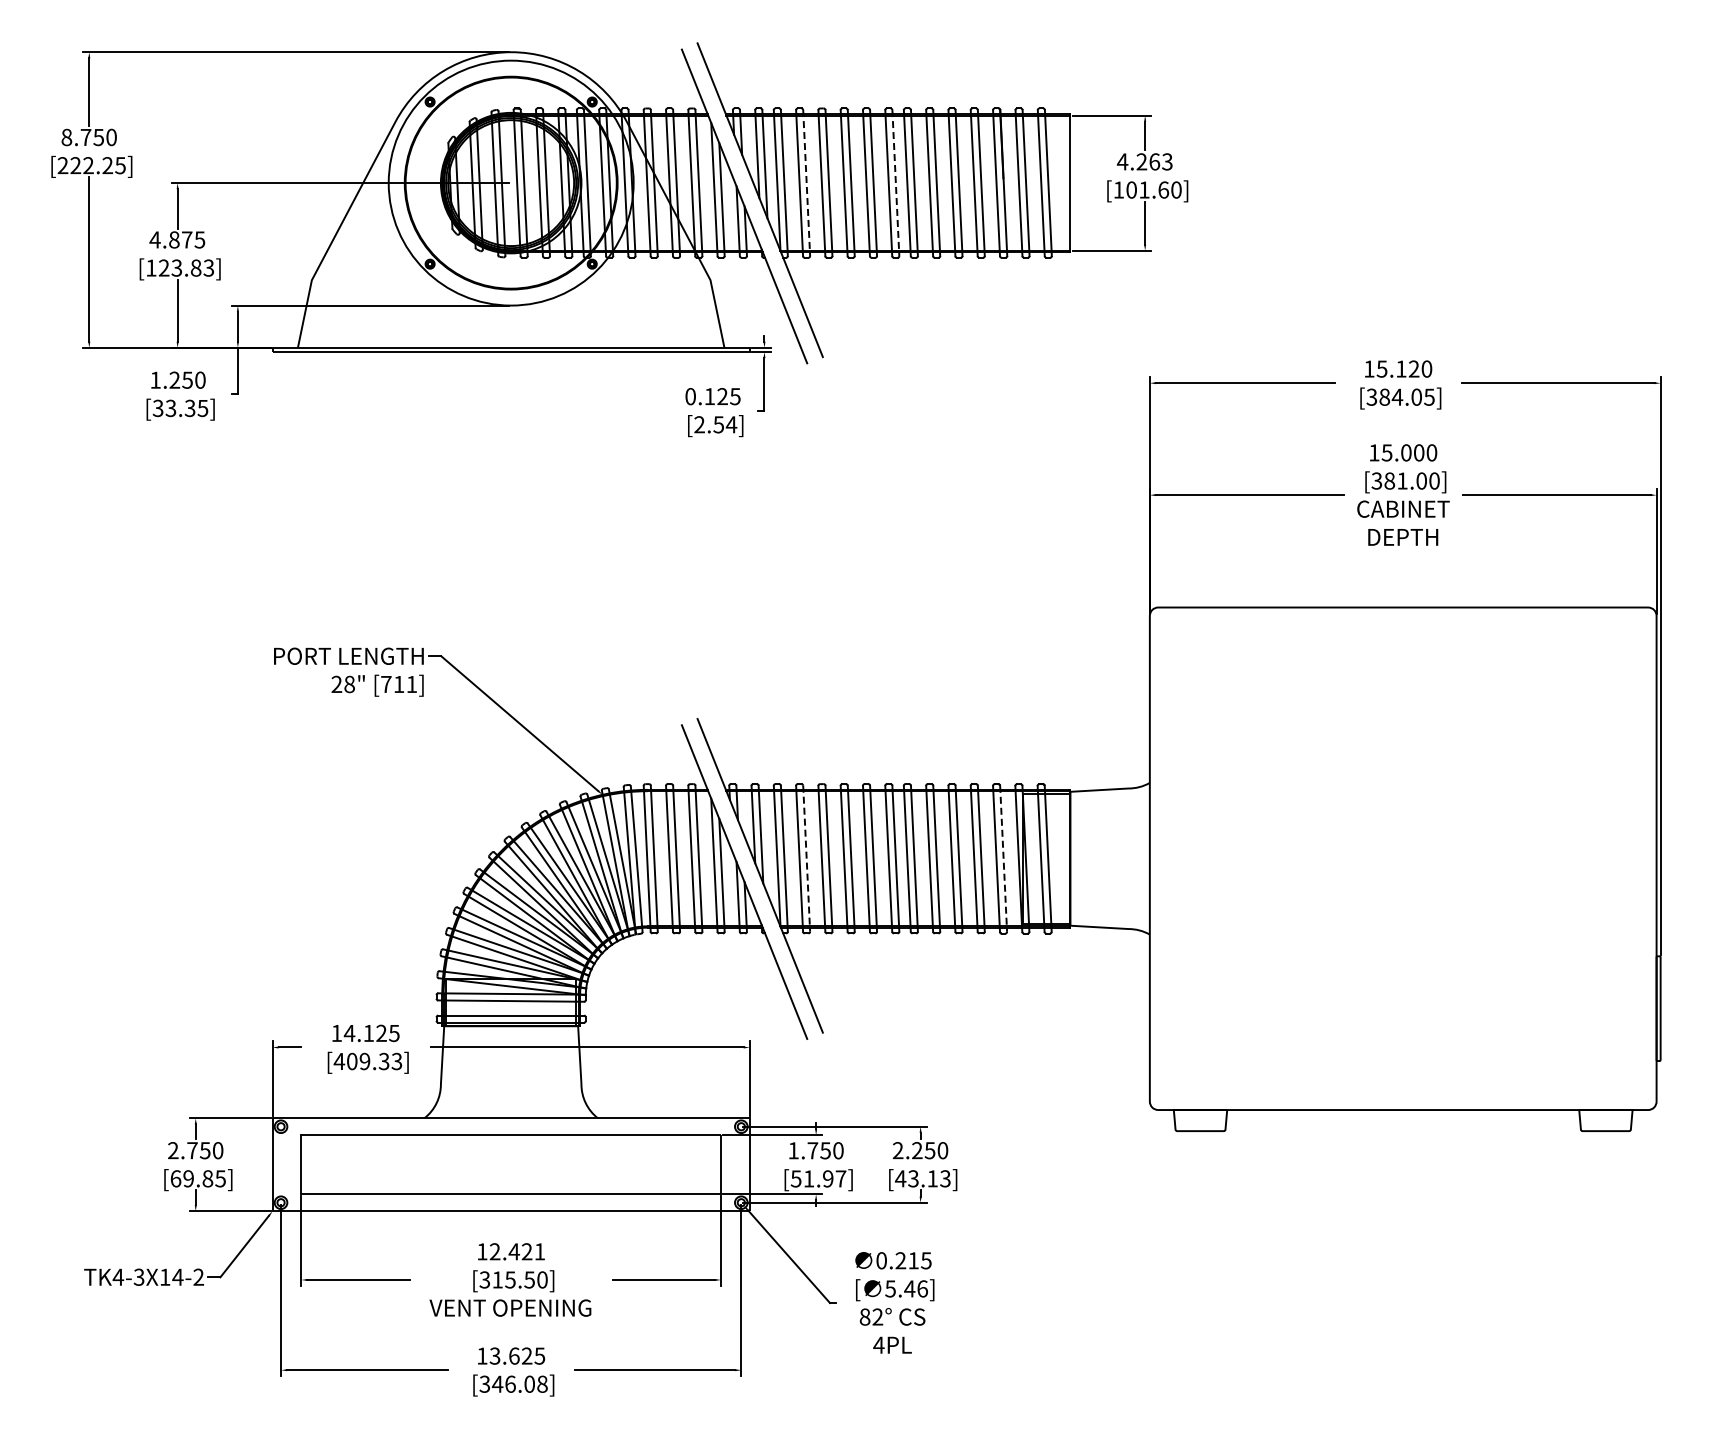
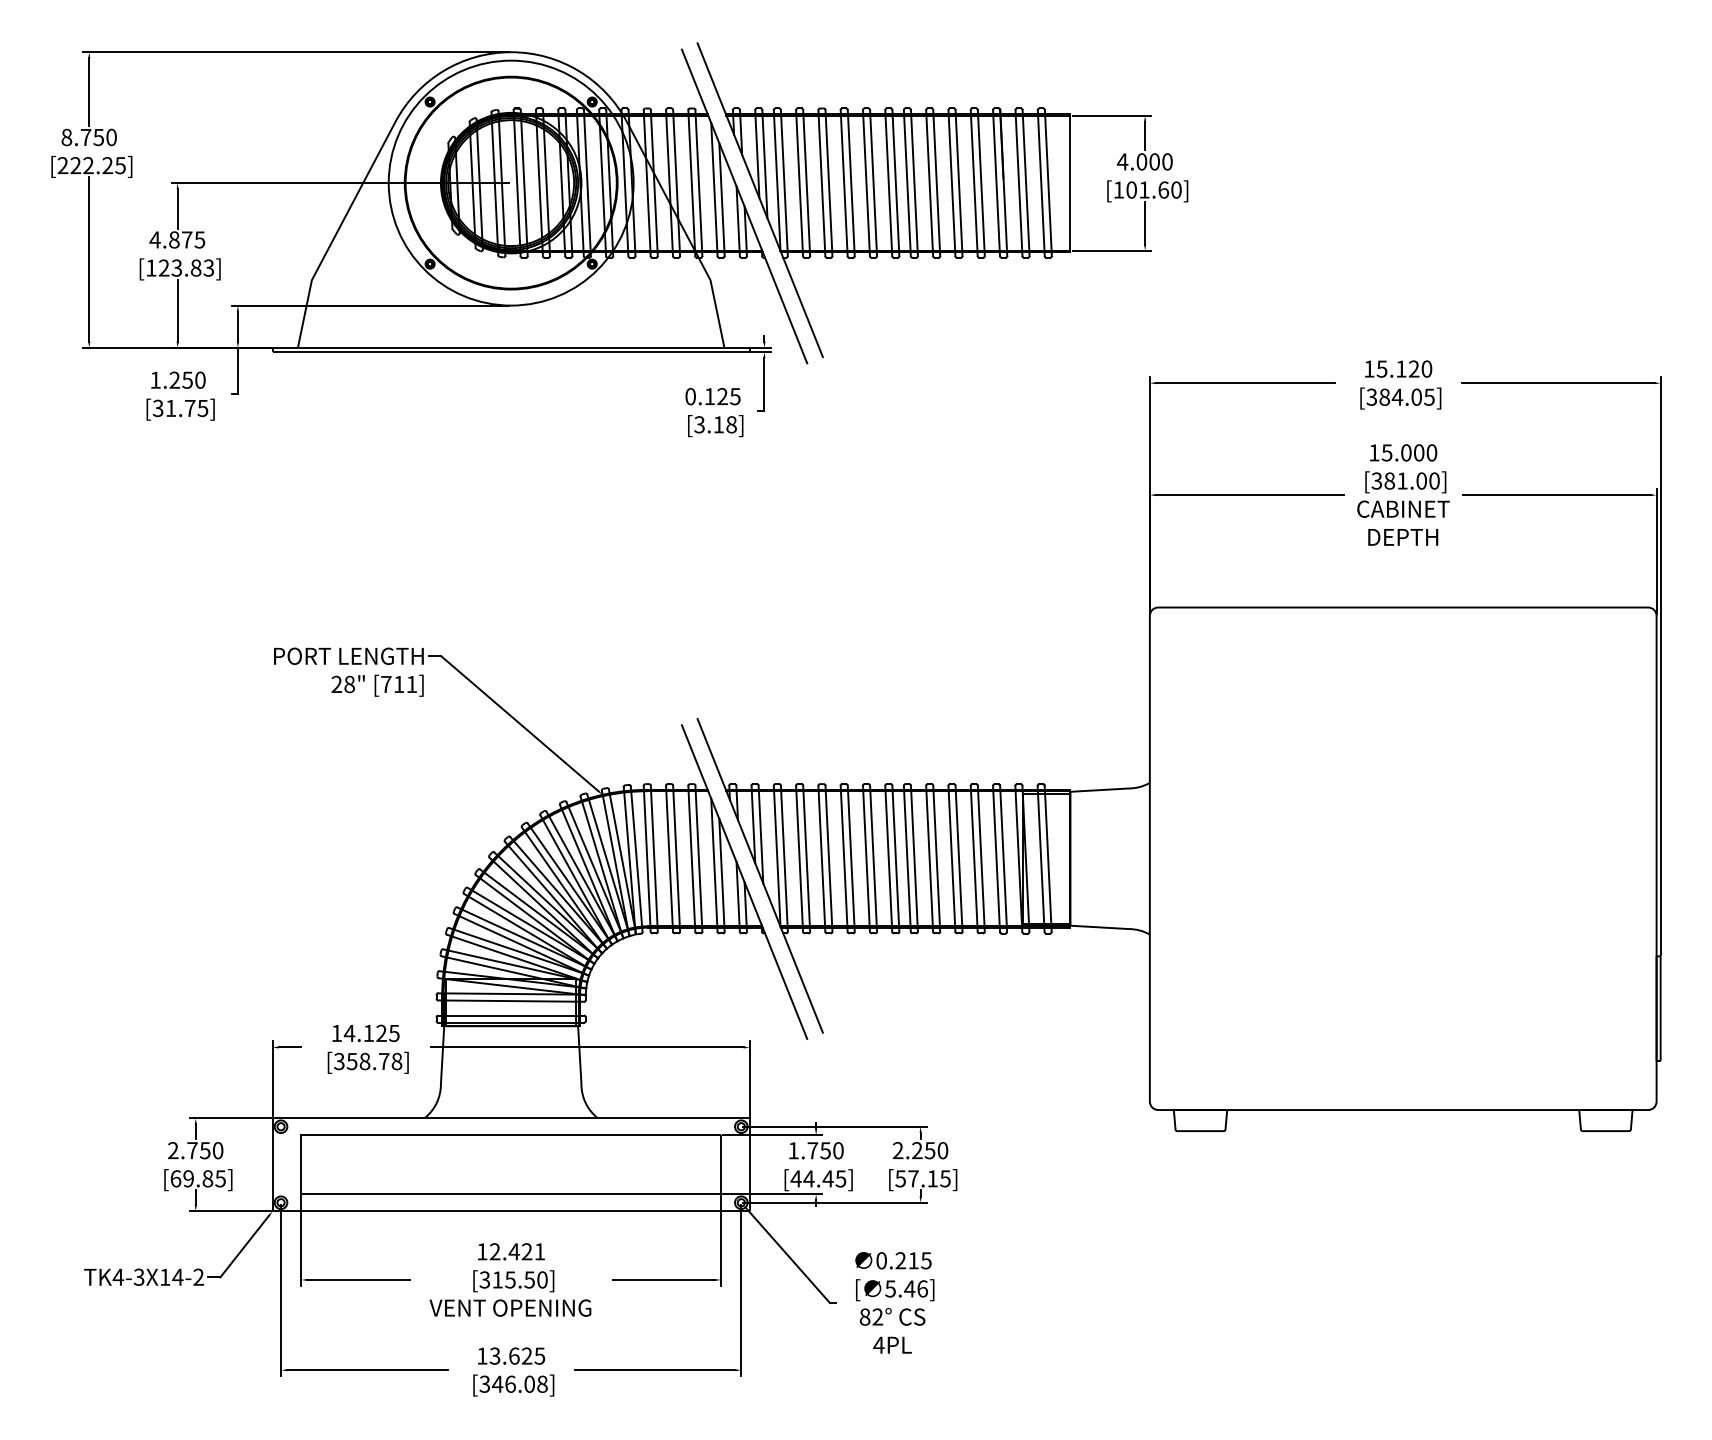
text at (1154, 161): 4.263 -> 4.000
line at (806, 183): dashed -> solid
line at (895, 183): dashed -> solid
text at (180, 408): [33.35] -> [31.75]
text at (715, 424): [2.54] -> [3.18]
line at (806, 859): dashed -> solid
line at (1003, 859): dashed -> solid
text at (367, 1061): [409.33] -> [358.78]
text at (818, 1178): [51.97] -> [44.45]
text at (922, 1178): [43.13] -> [57.15]
